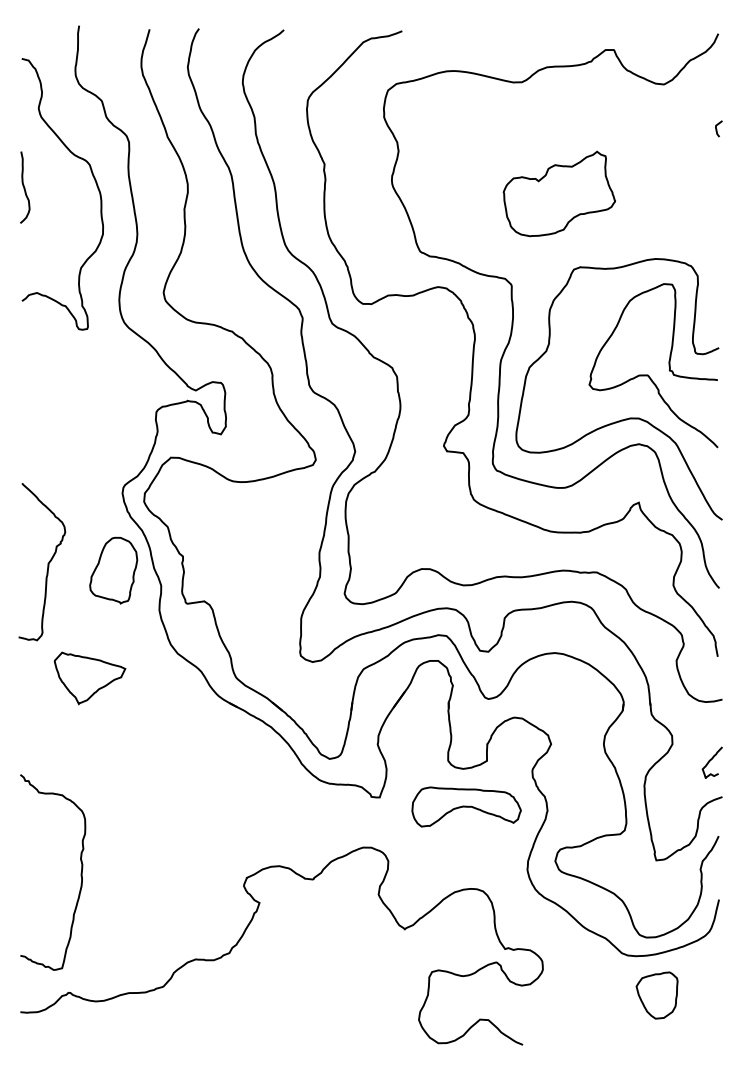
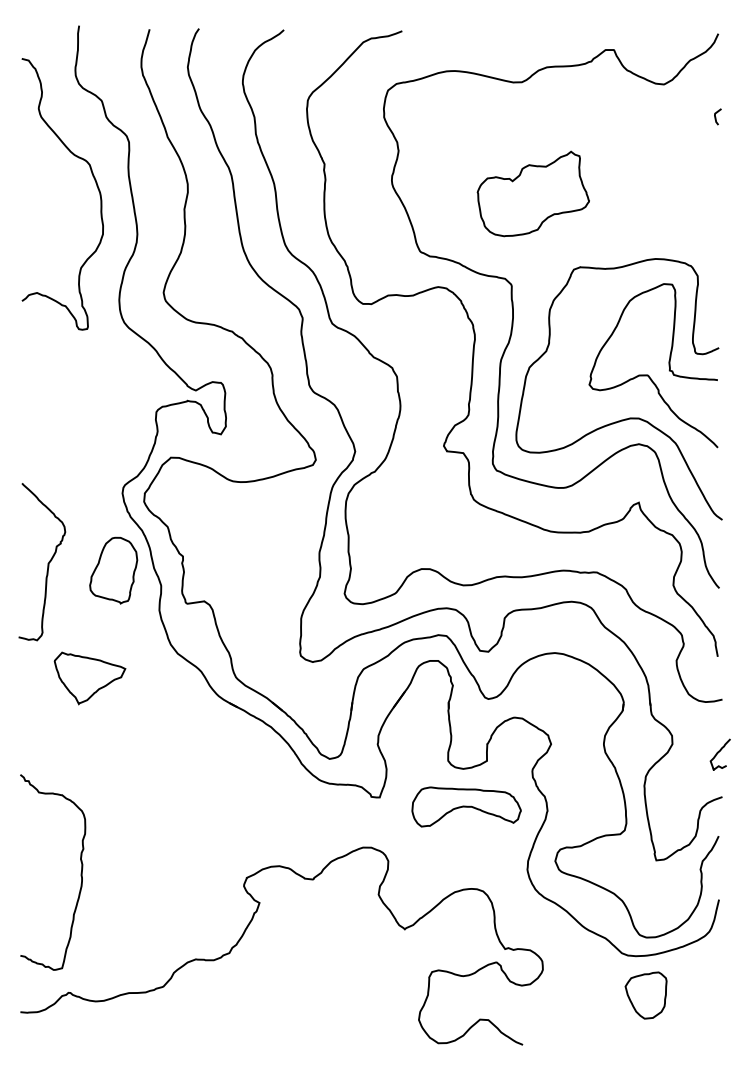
line at (717, 129) position: (717, 129) -> (716, 117)
curve at (25, 187): present -> none
part at (558, 193) position: (558, 193) -> (532, 193)
curve at (710, 761) position: (710, 761) -> (718, 753)
part at (656, 995) position: (656, 995) -> (645, 995)
